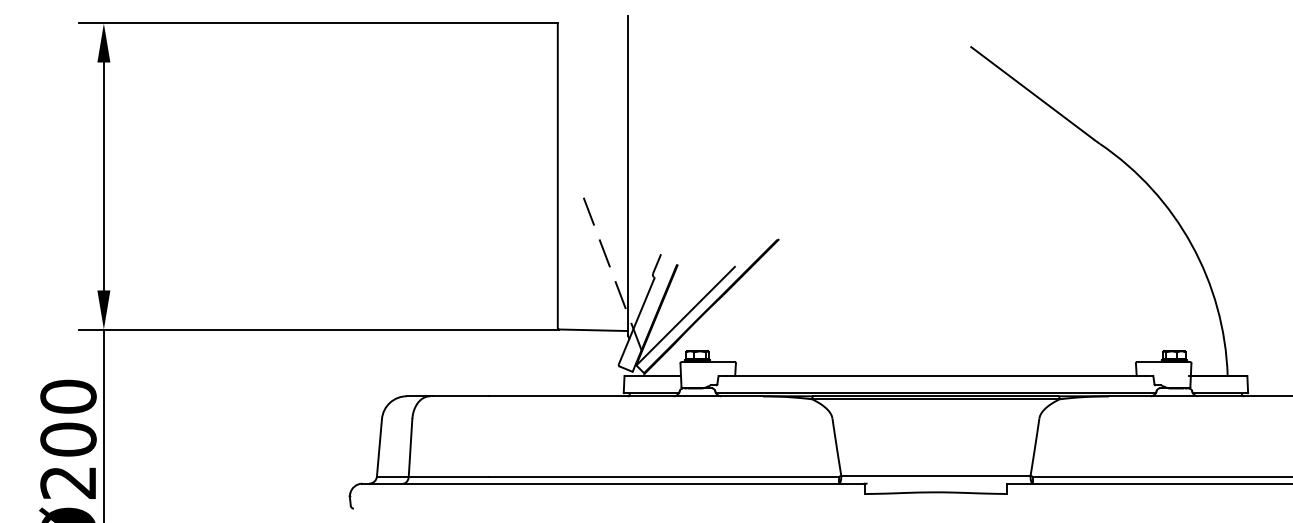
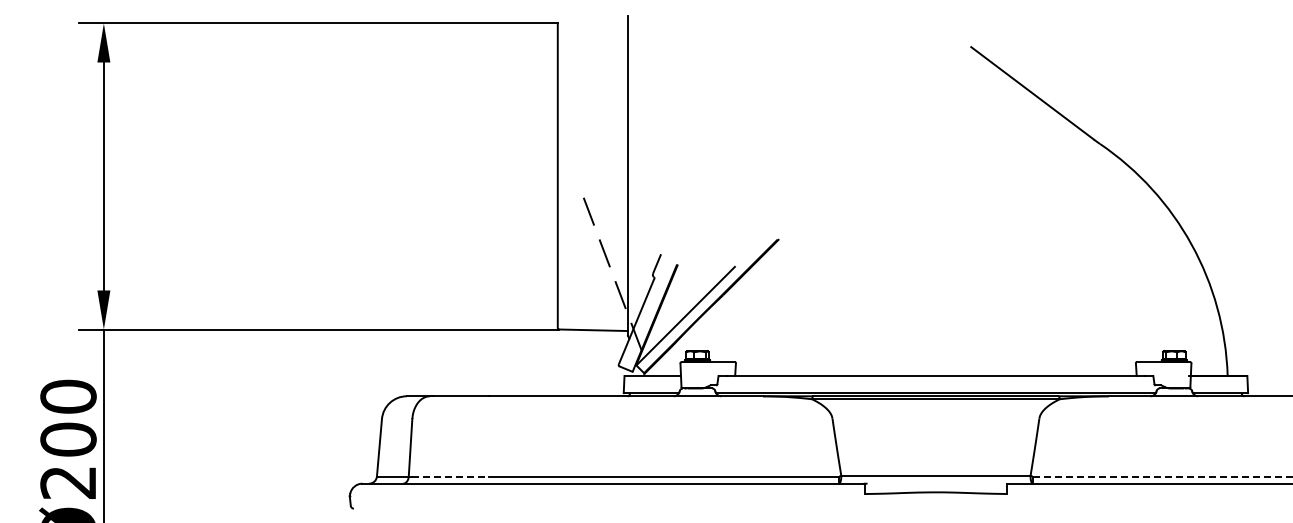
line at (450, 476): solid -> dashed
line at (1162, 476): solid -> dashed
